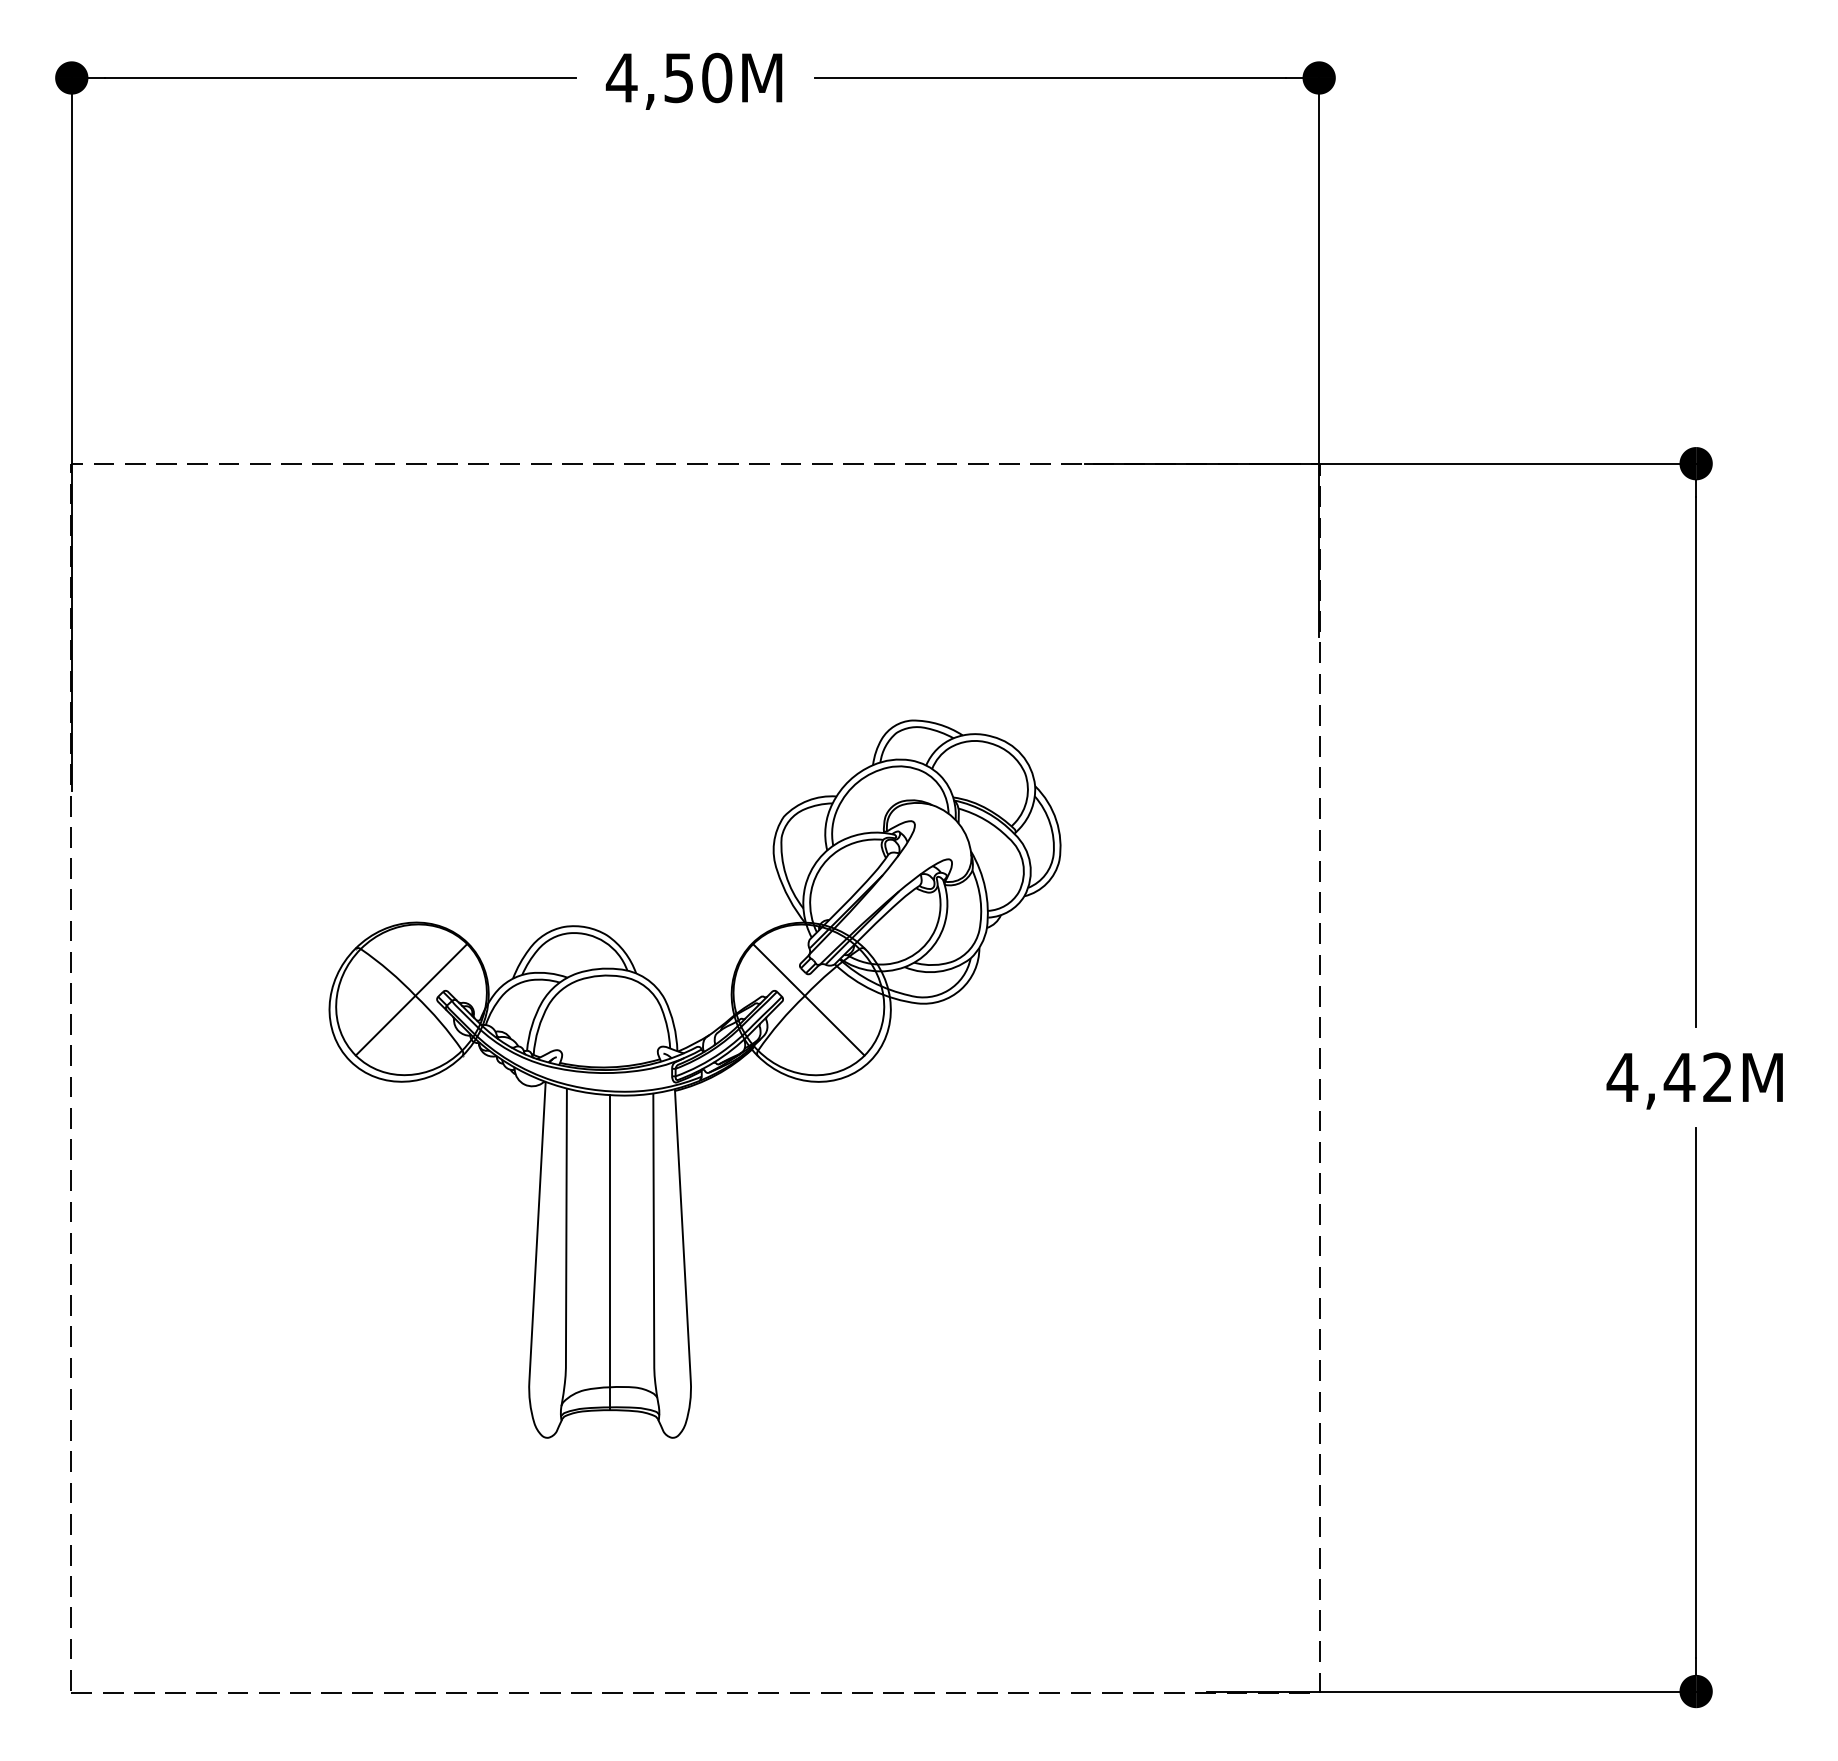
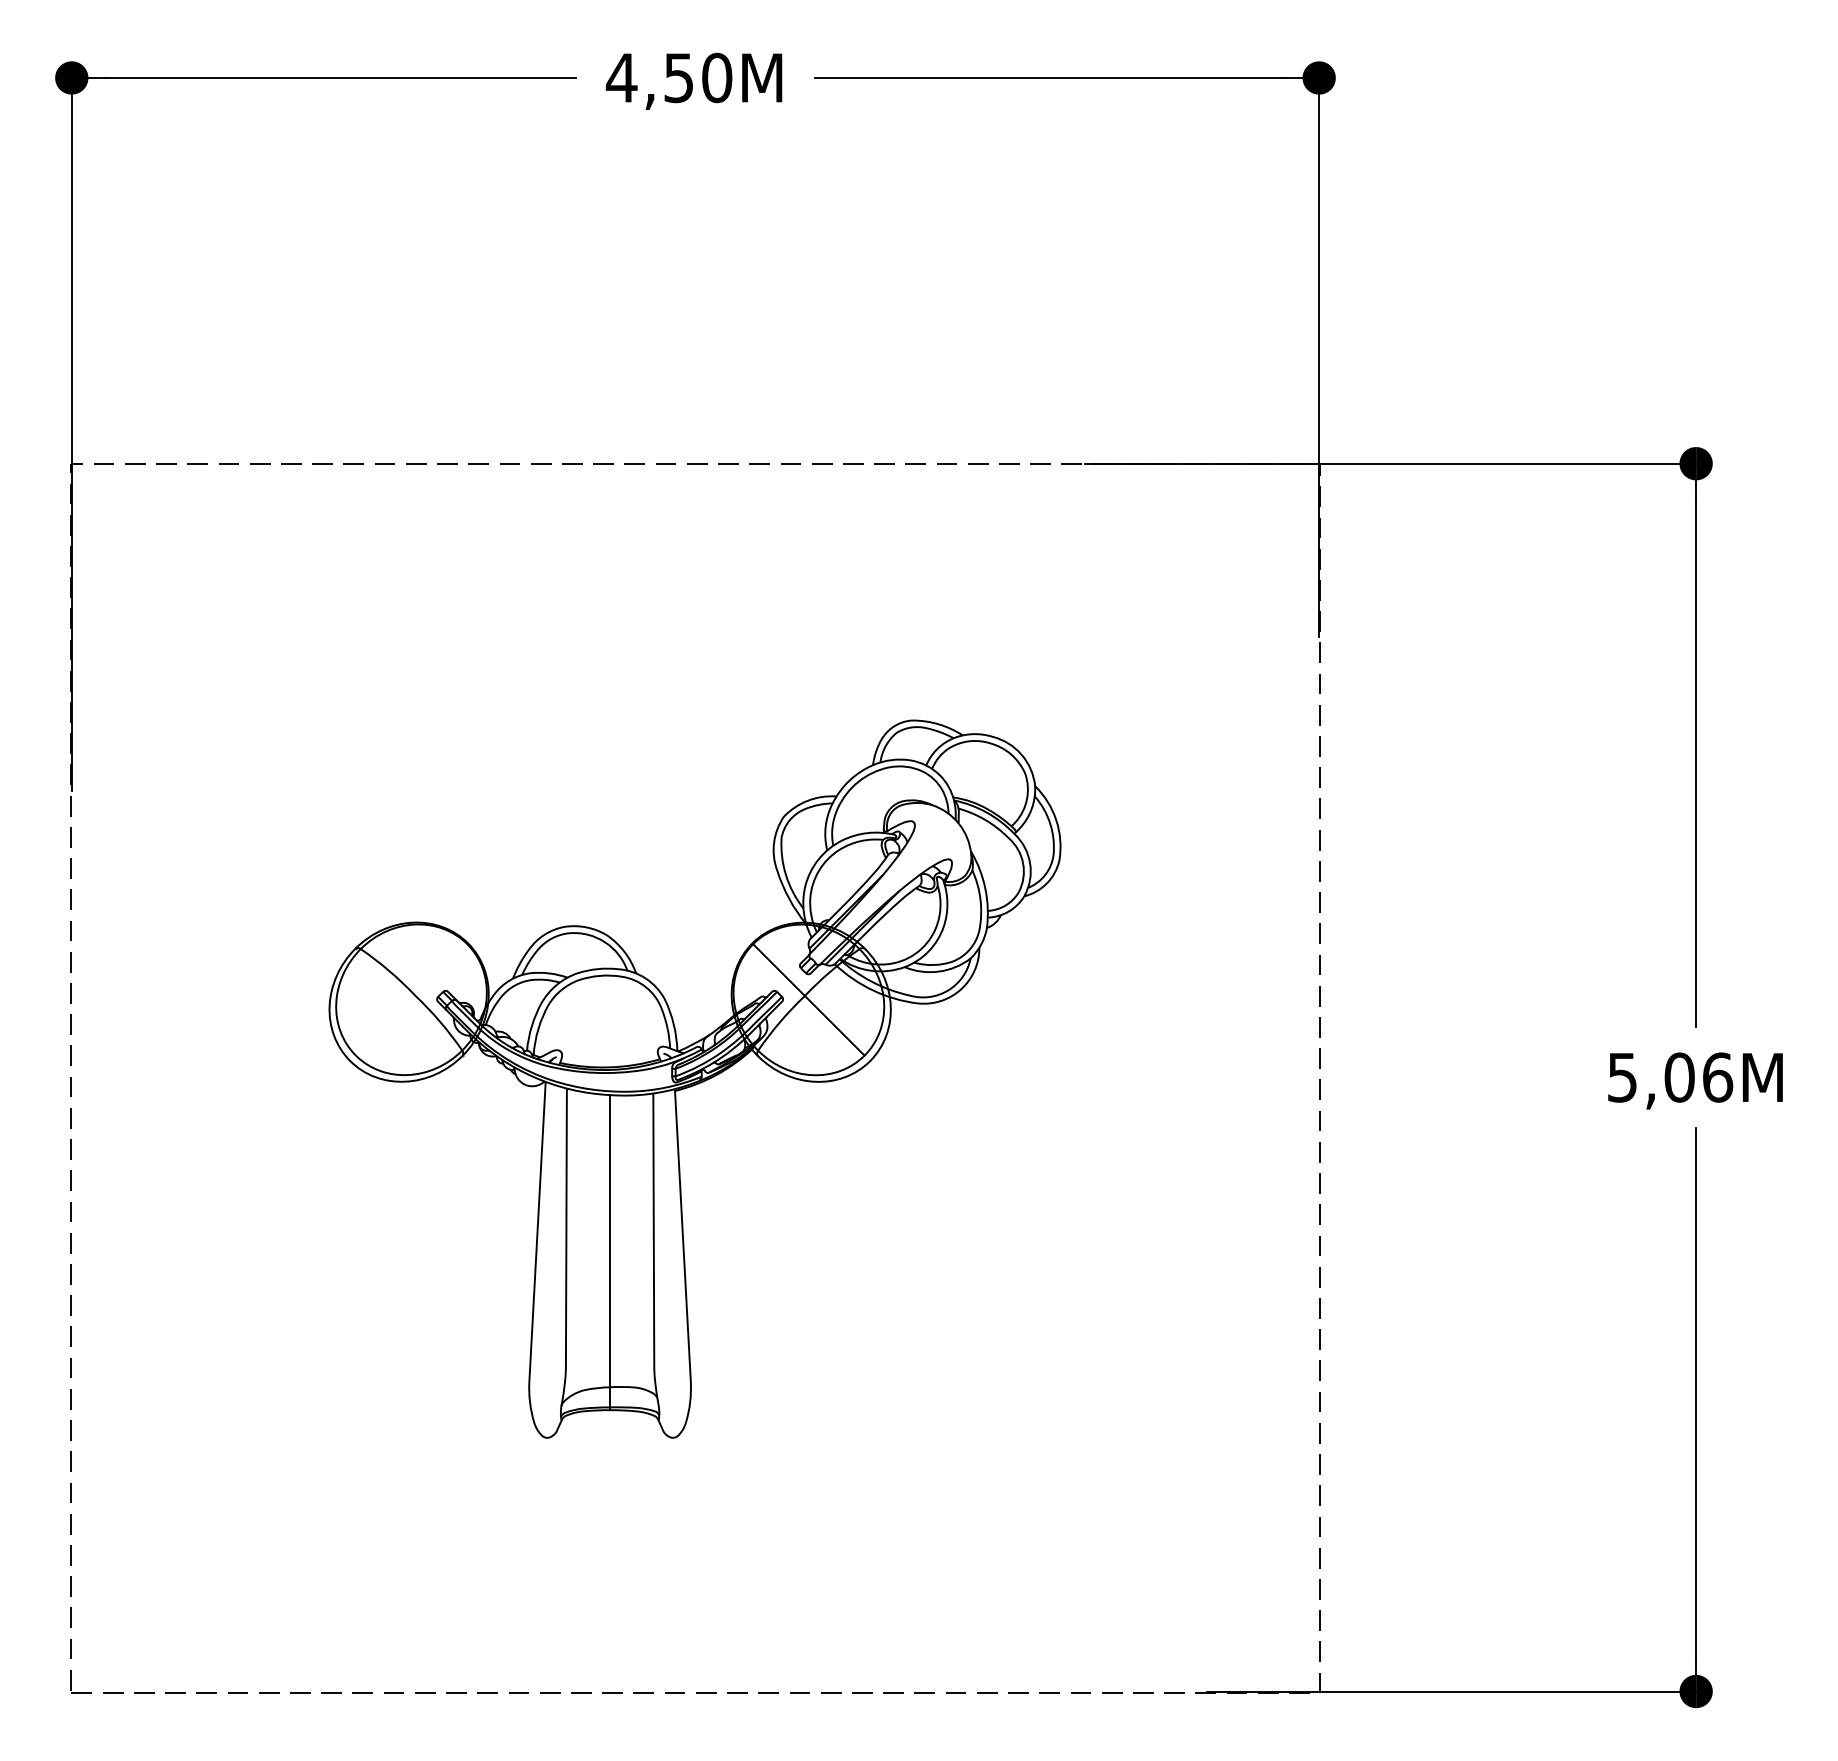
line at (411, 999): present -> none
text at (1669, 1077): 4,42M -> 5,06M
